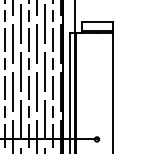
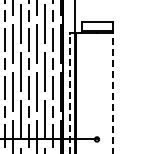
line at (112, 92): solid -> dashed
line at (70, 93): solid -> dashed
